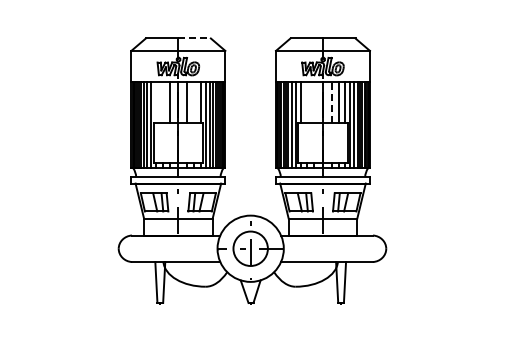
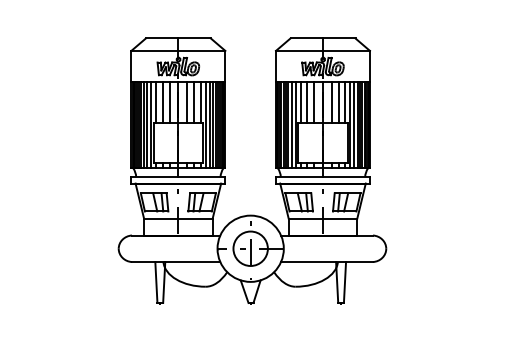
line at (195, 38): dashed -> solid
line at (331, 101): dashed -> solid
line at (156, 102): none -> present
line at (162, 102): none -> present
line at (194, 102): none -> present
line at (307, 102): none -> present
line at (314, 102): none -> present
